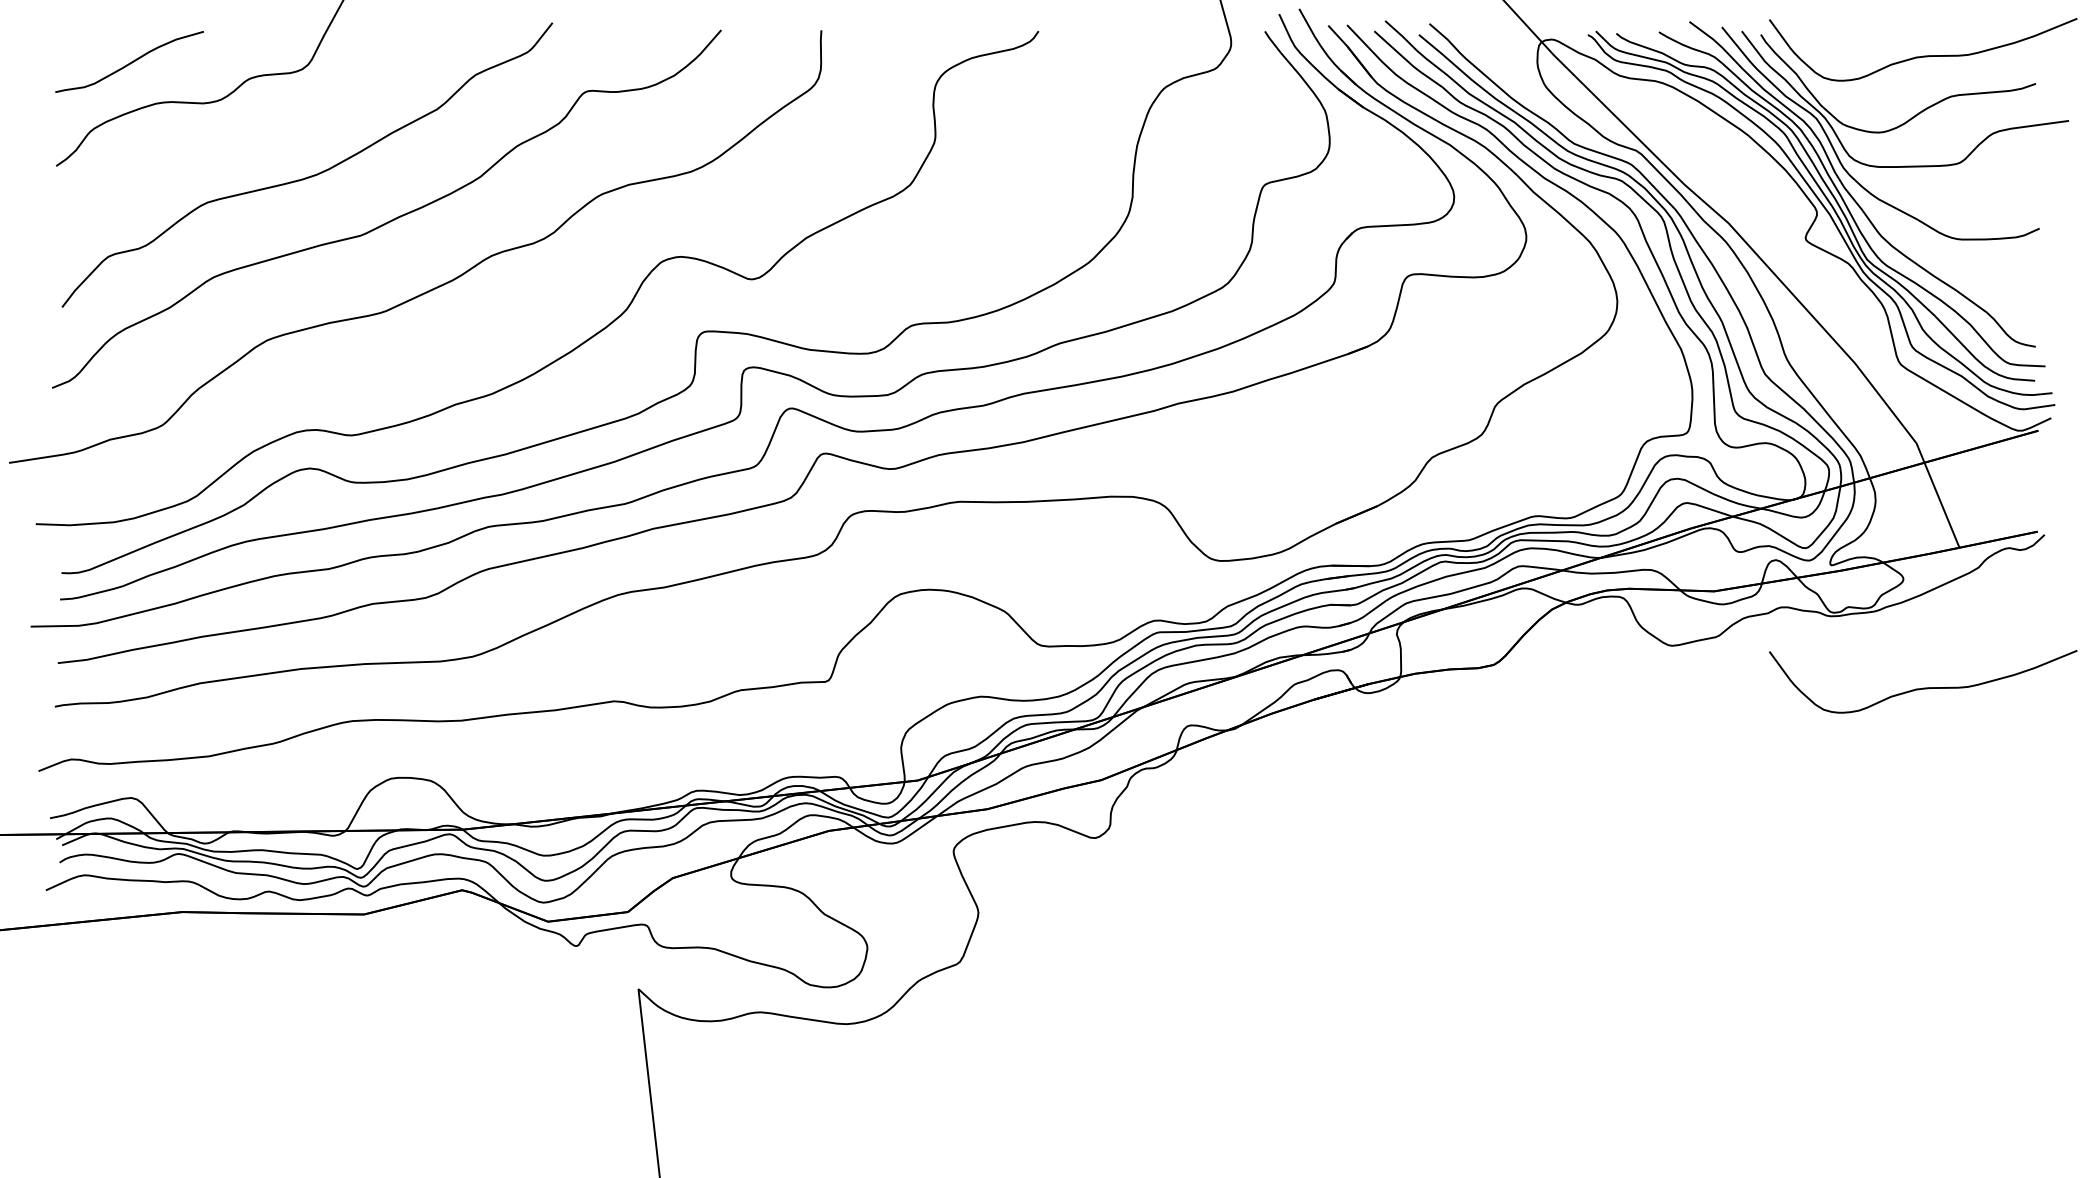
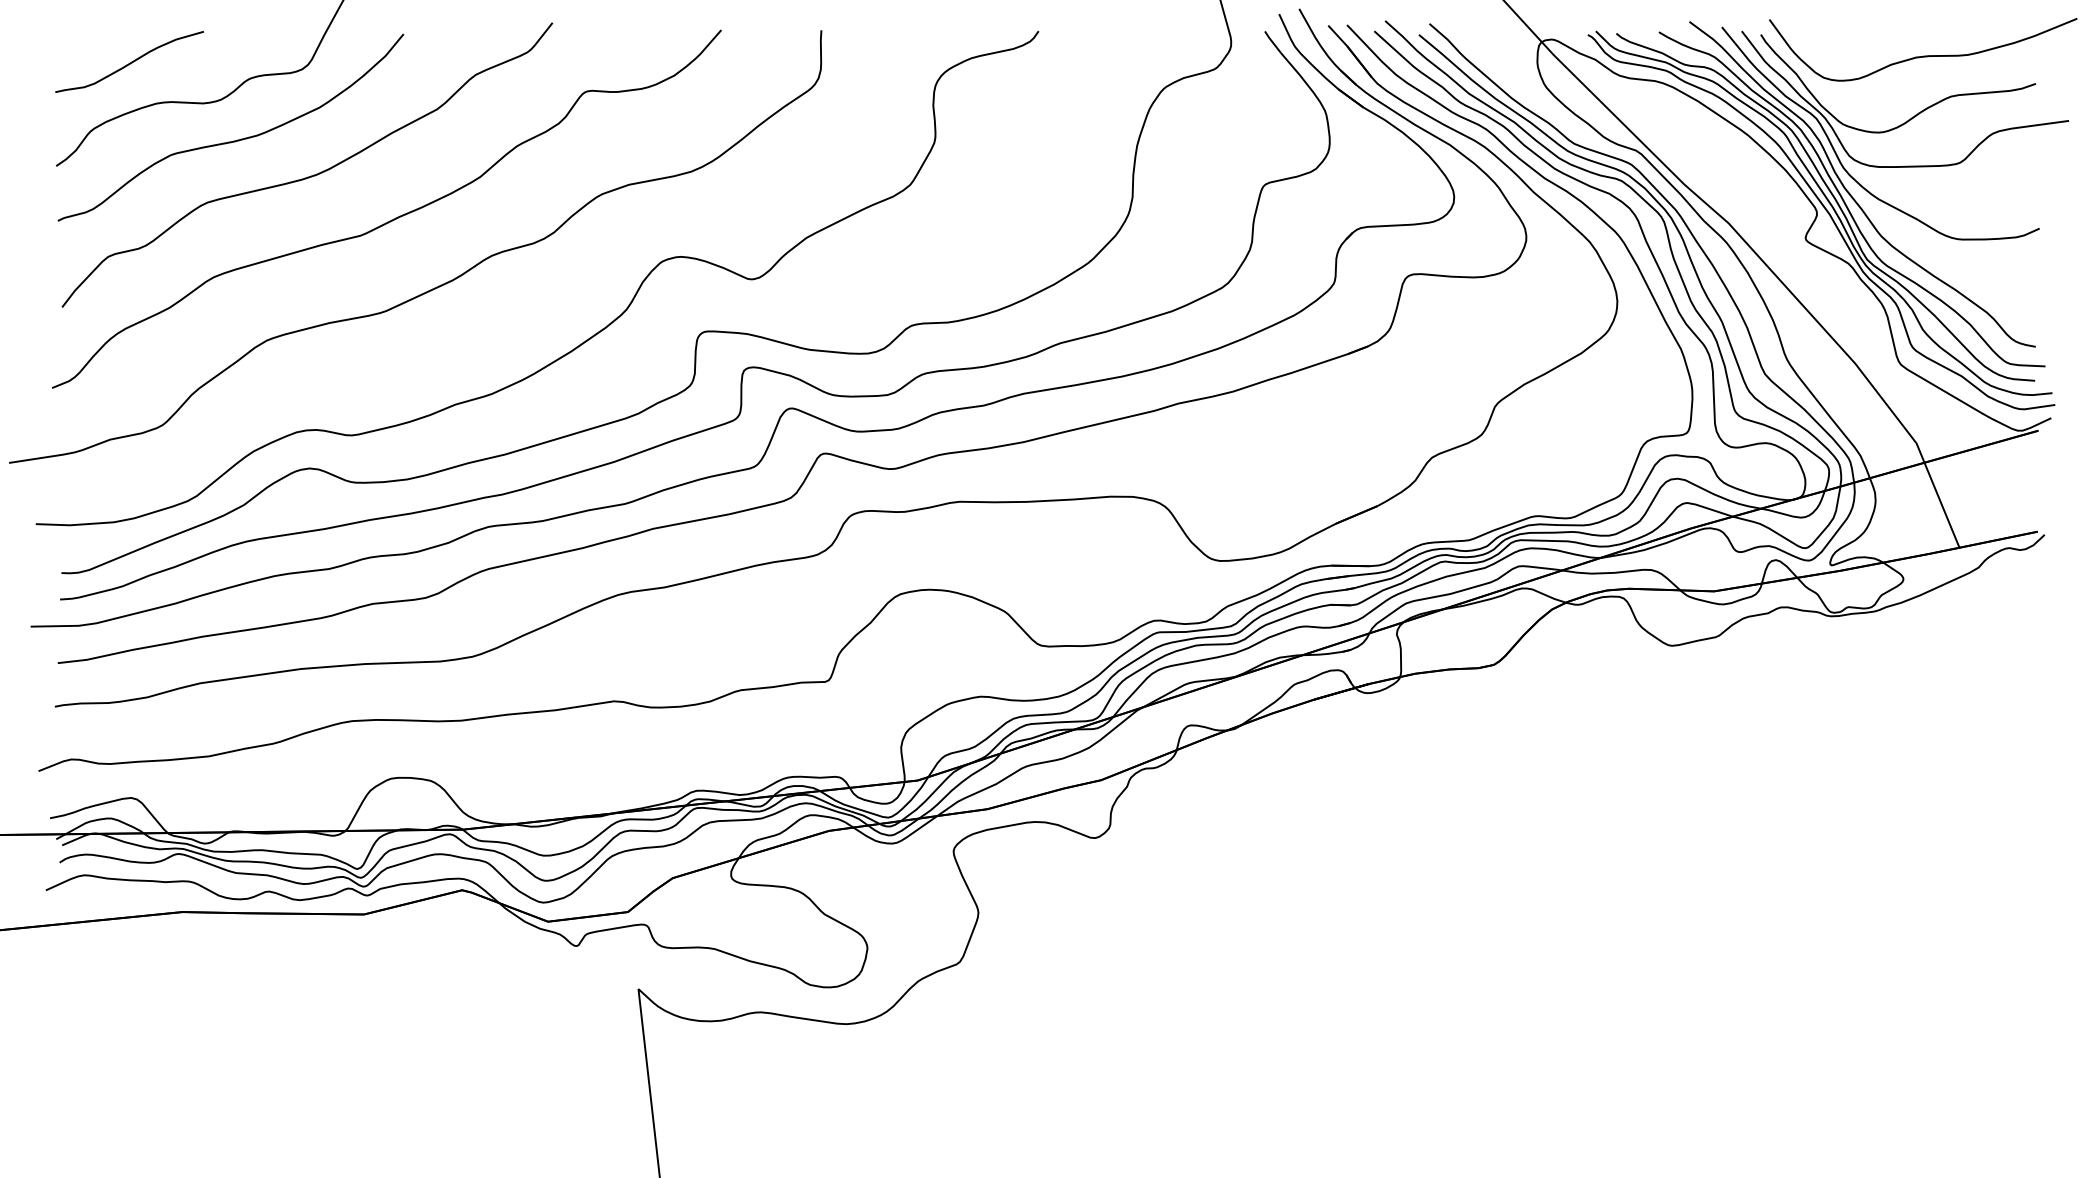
curve at (233, 140): none -> present
curve at (1923, 687): present -> none
